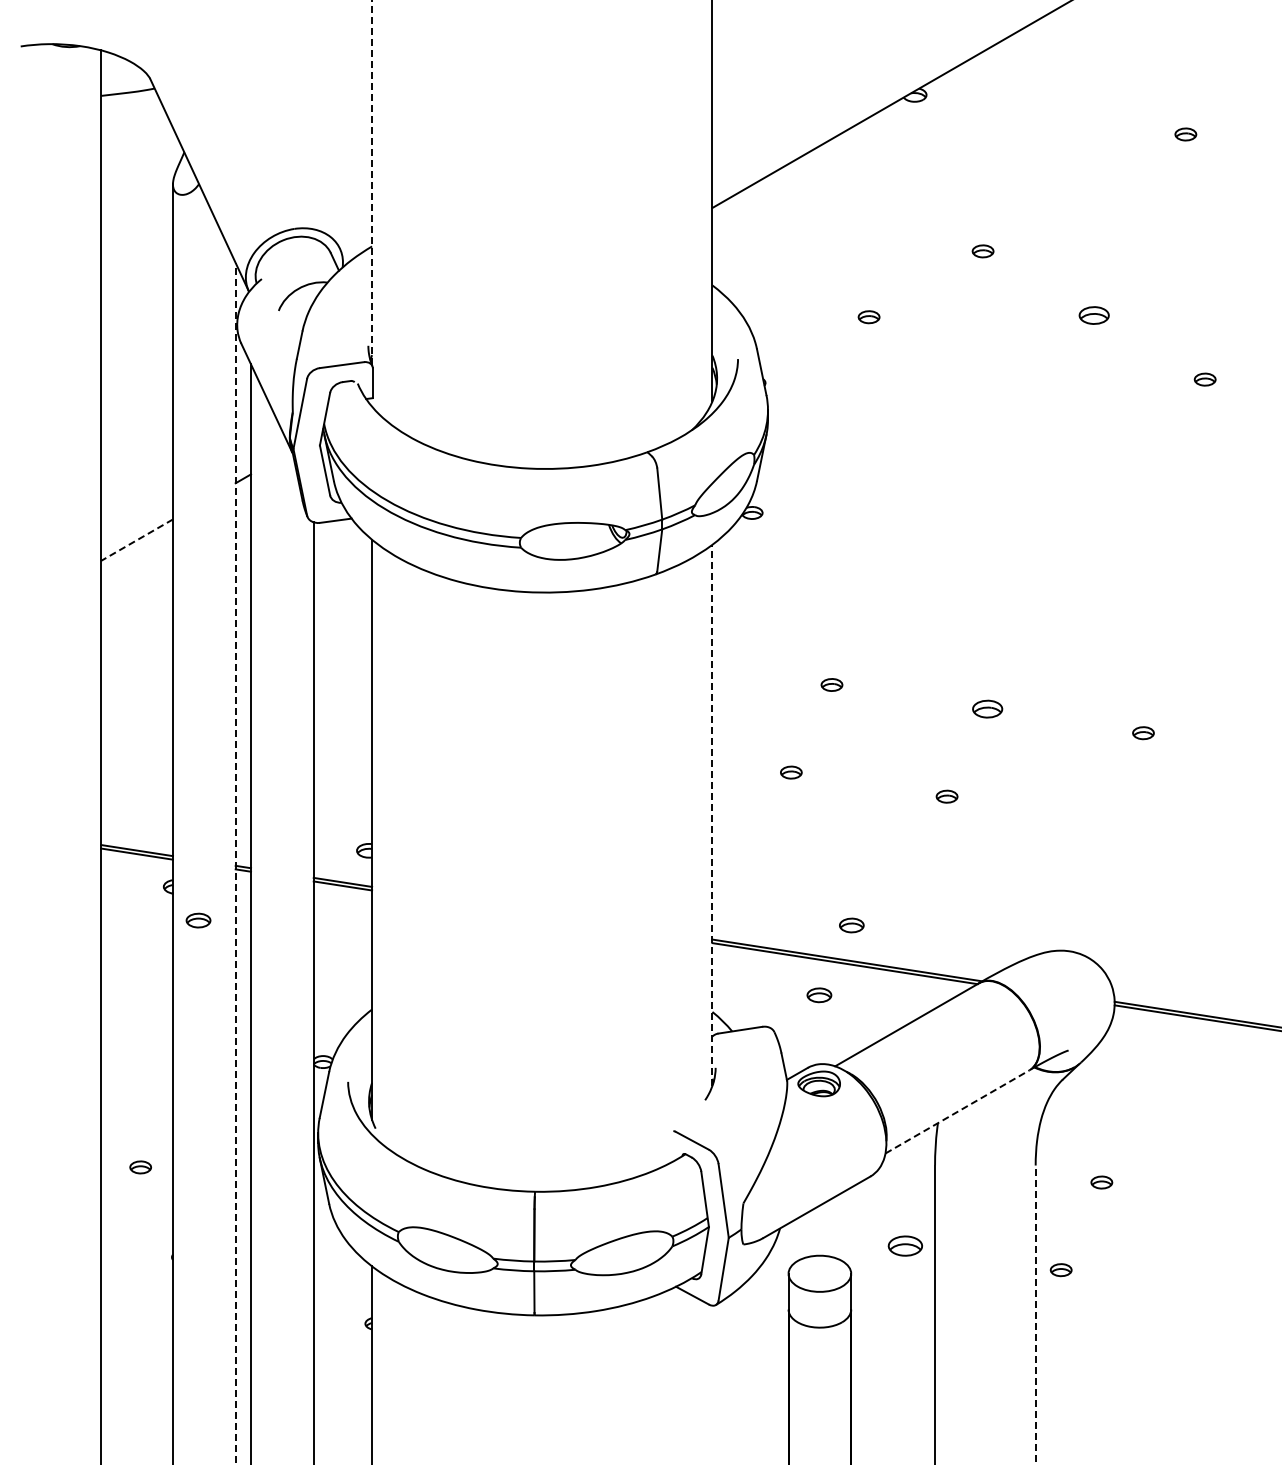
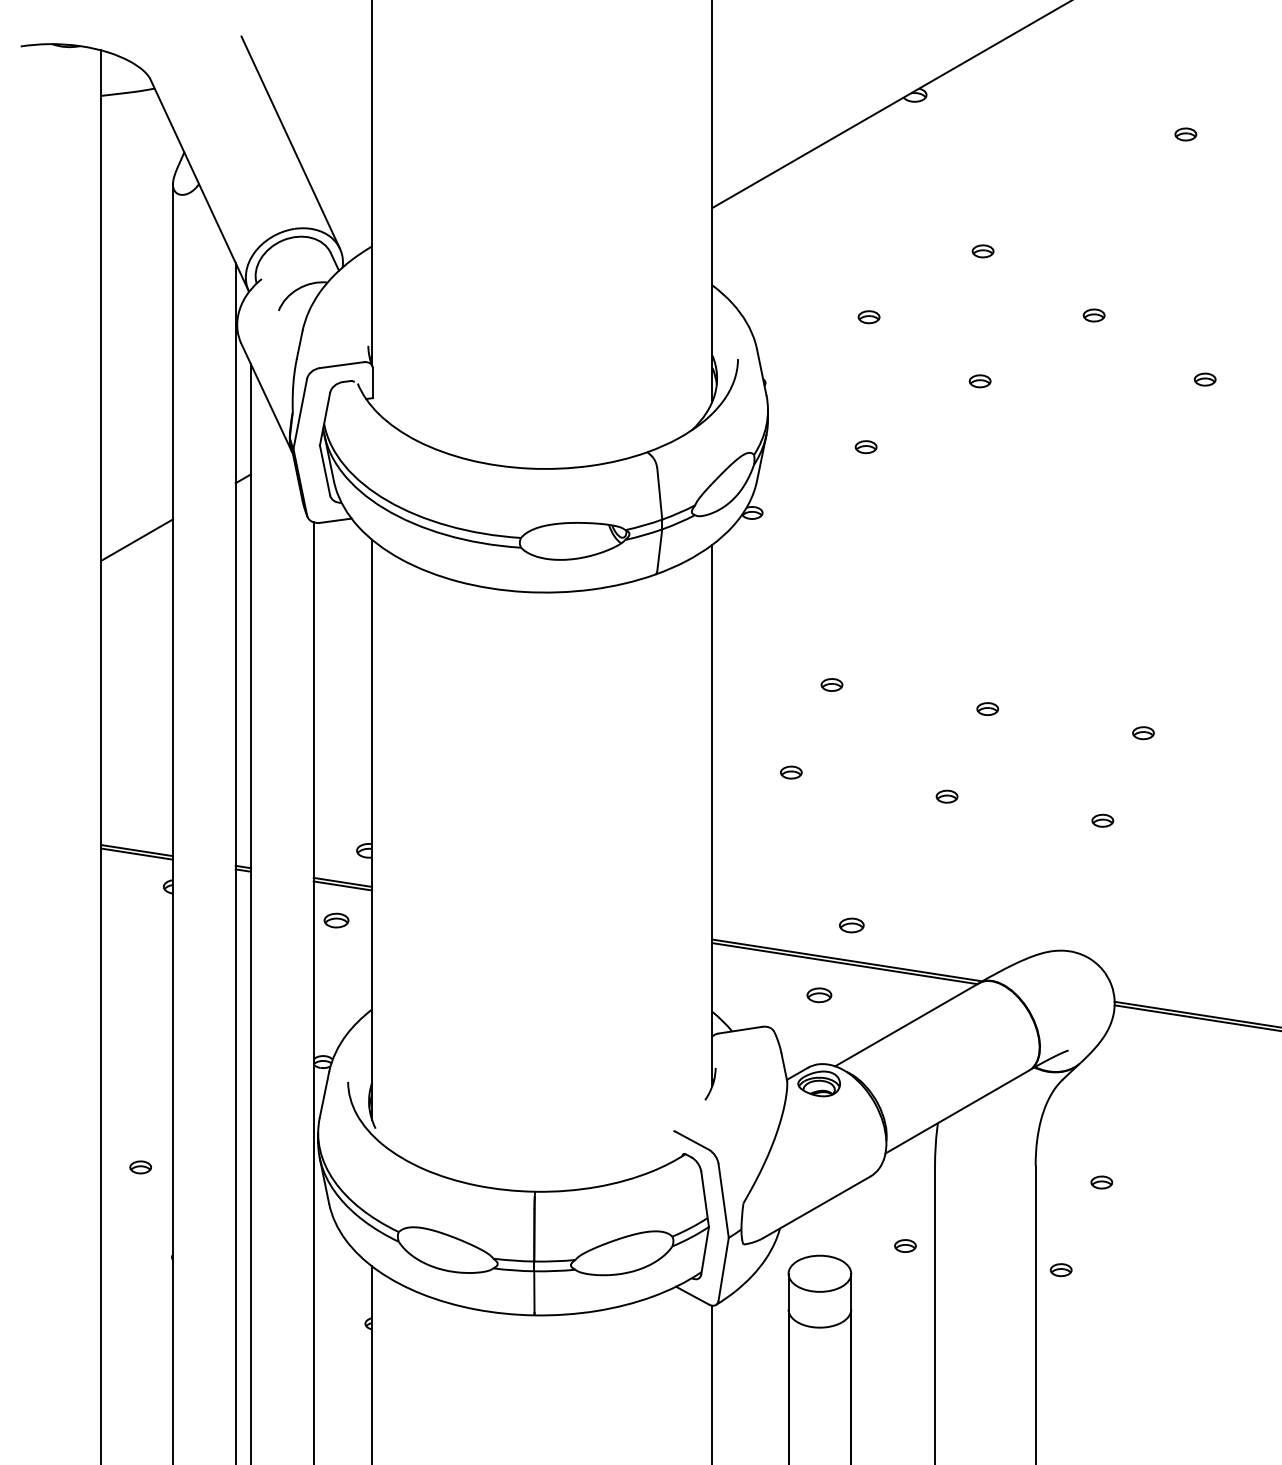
line at (290, 142): none -> present
line at (372, 182): dashed -> solid
part at (1093, 315) size: 32x19 px -> 24x15 px
part at (979, 381): none -> present
part at (865, 447): none -> present
line at (136, 540): dashed -> solid
part at (987, 708) size: 32x20 px -> 24x14 px
line at (712, 815): dashed -> solid
part at (1102, 820): none -> present
line at (235, 863): dashed -> solid
part at (198, 920) position: (198, 920) -> (336, 920)
line at (957, 1111): dashed -> solid
part at (904, 1245) size: 36x22 px -> 23x14 px
line at (1035, 1314): dashed -> solid
line at (712, 1383): none -> present
